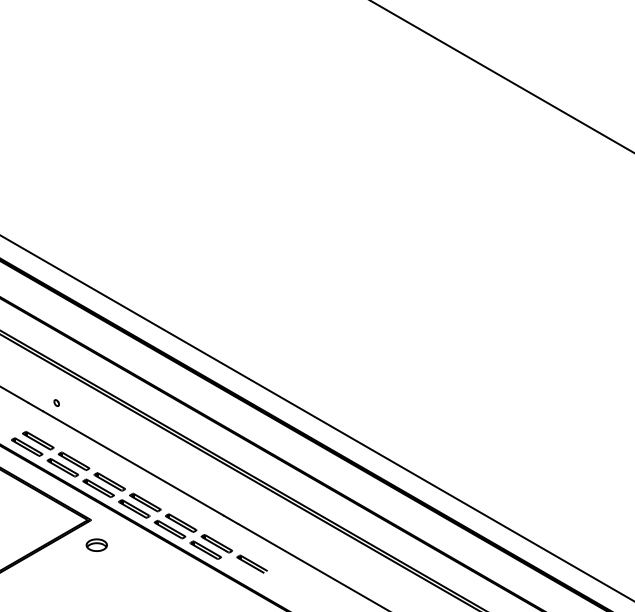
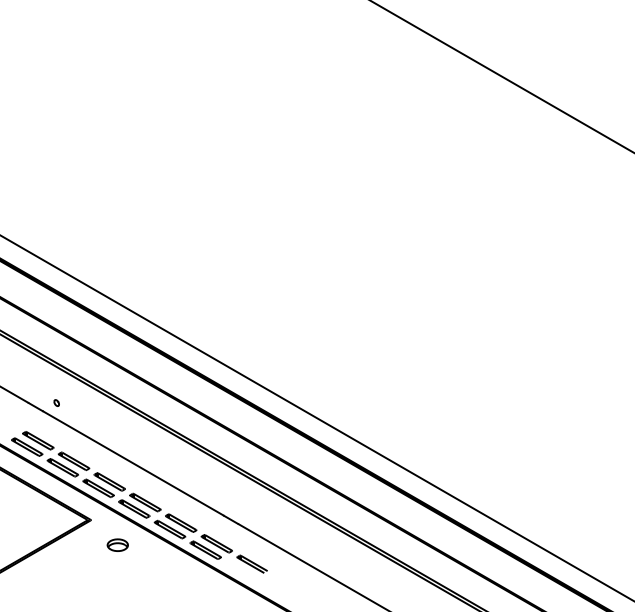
part at (96, 544) position: (96, 544) -> (117, 544)
